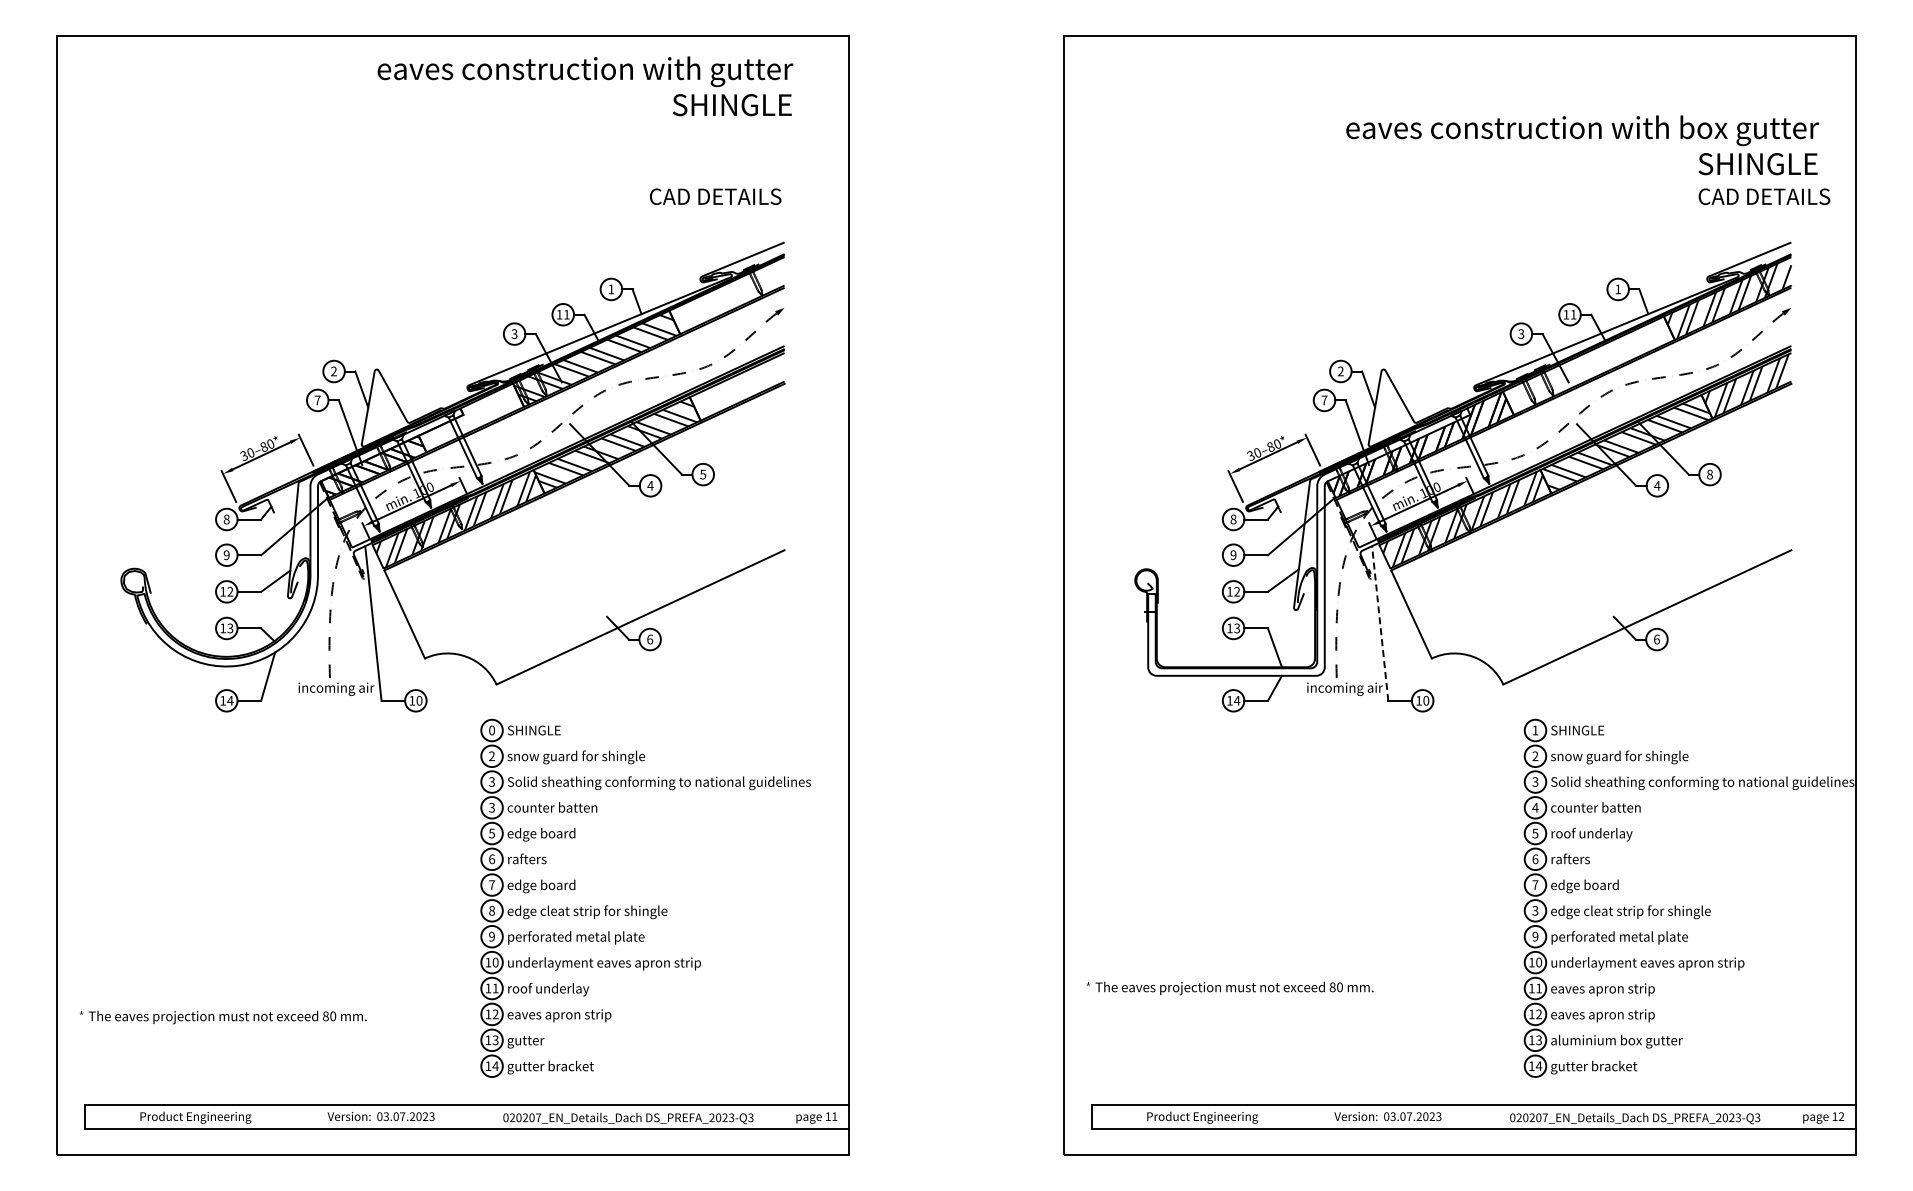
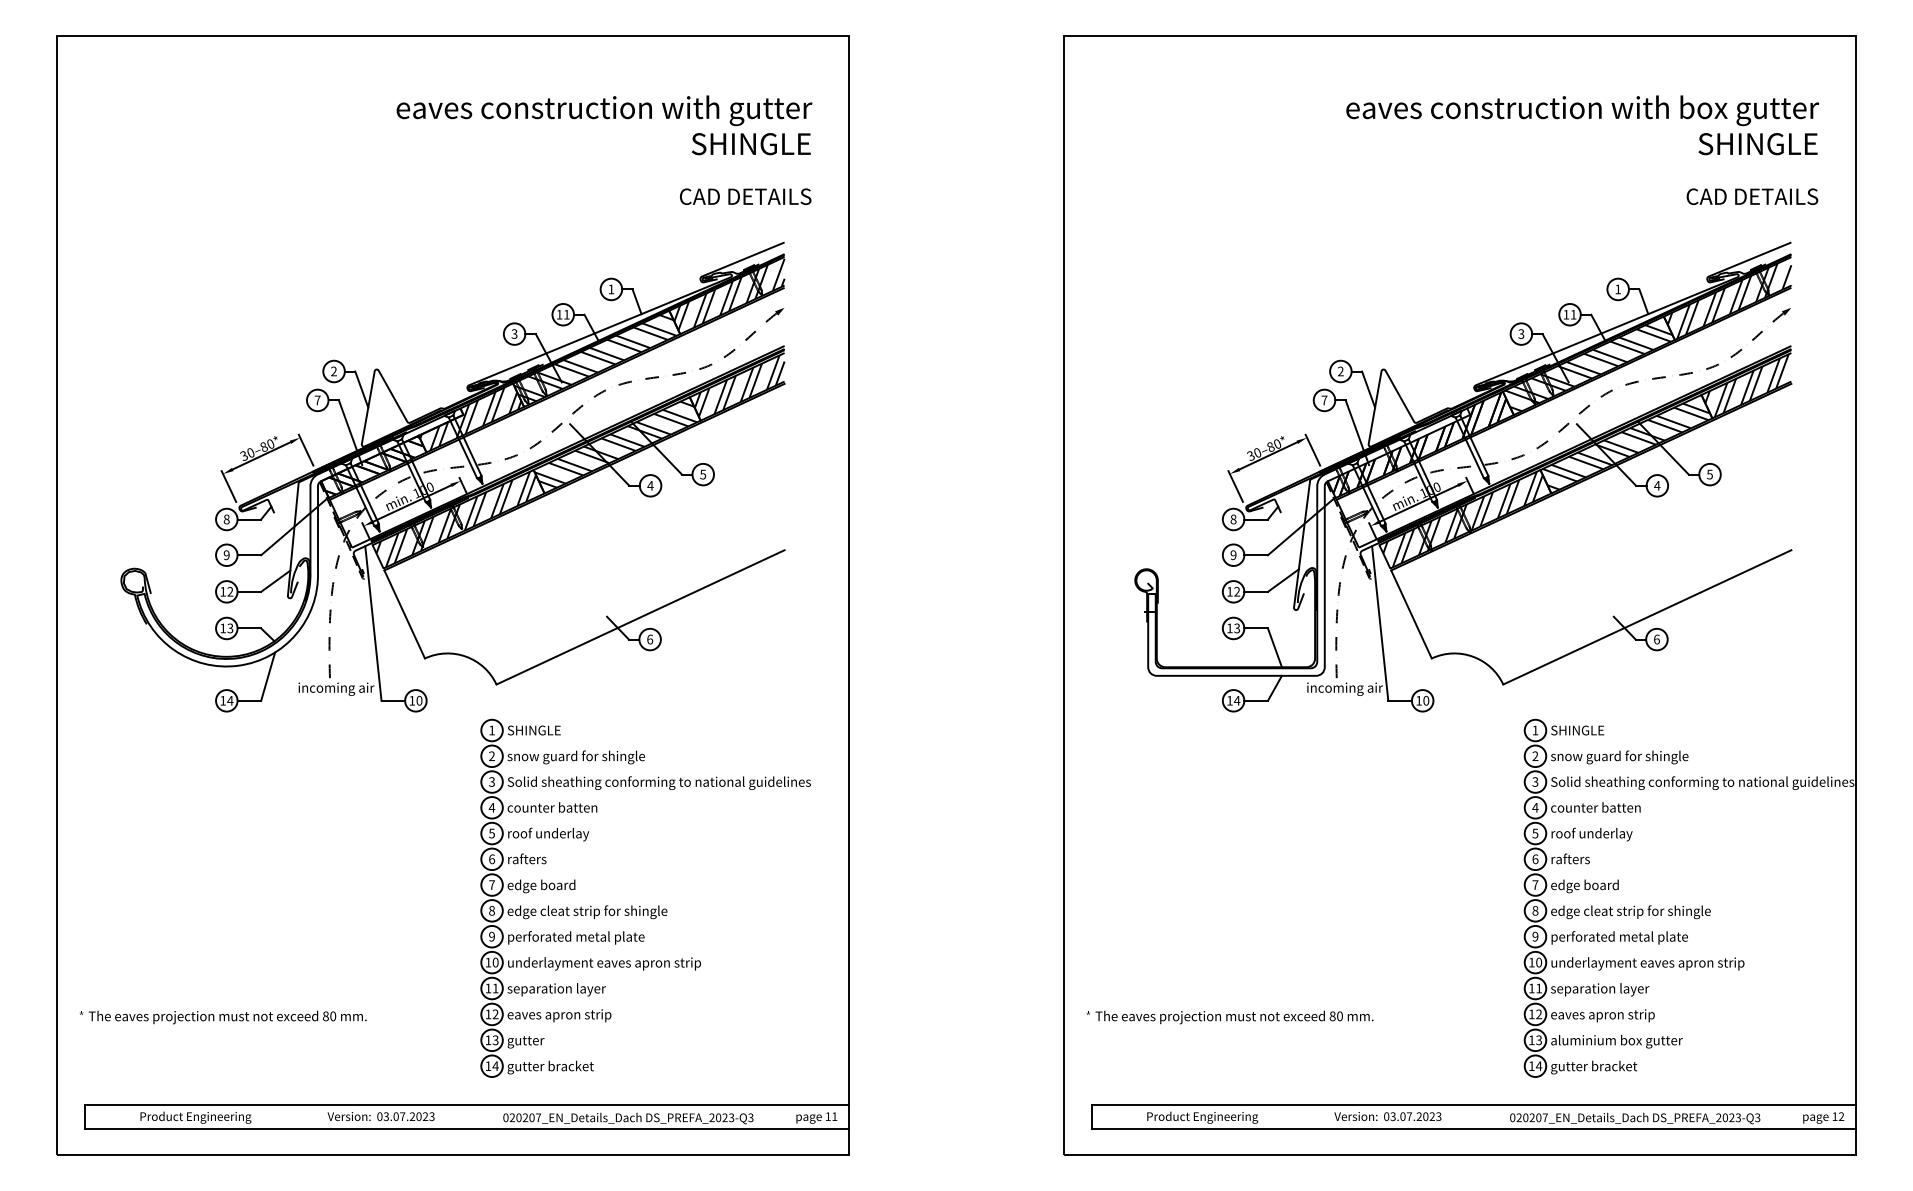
text at (585, 86) position: (585, 86) -> (604, 125)
text at (1582, 145) position: (1582, 145) -> (1582, 125)
text at (715, 196) position: (715, 196) -> (745, 196)
text at (1764, 196) position: (1764, 196) -> (1752, 196)
hatch at (729, 294): none -> present
hatch at (1588, 364): none -> present
hatch at (739, 385): none -> present
hatch at (470, 418): none -> present
text at (1709, 474): 8 -> 5
line at (1380, 623): dashed -> solid
text at (491, 730): 0 -> 1
text at (491, 807): 3 -> 4
text at (548, 834): edge board -> roof underlay
text at (1535, 910): 3 -> 8
text at (1229, 988) position: (1229, 988) -> (1229, 1017)
text at (556, 989): roof underlay -> separation layer
text at (1602, 989): eaves apron strip -> separation layer
